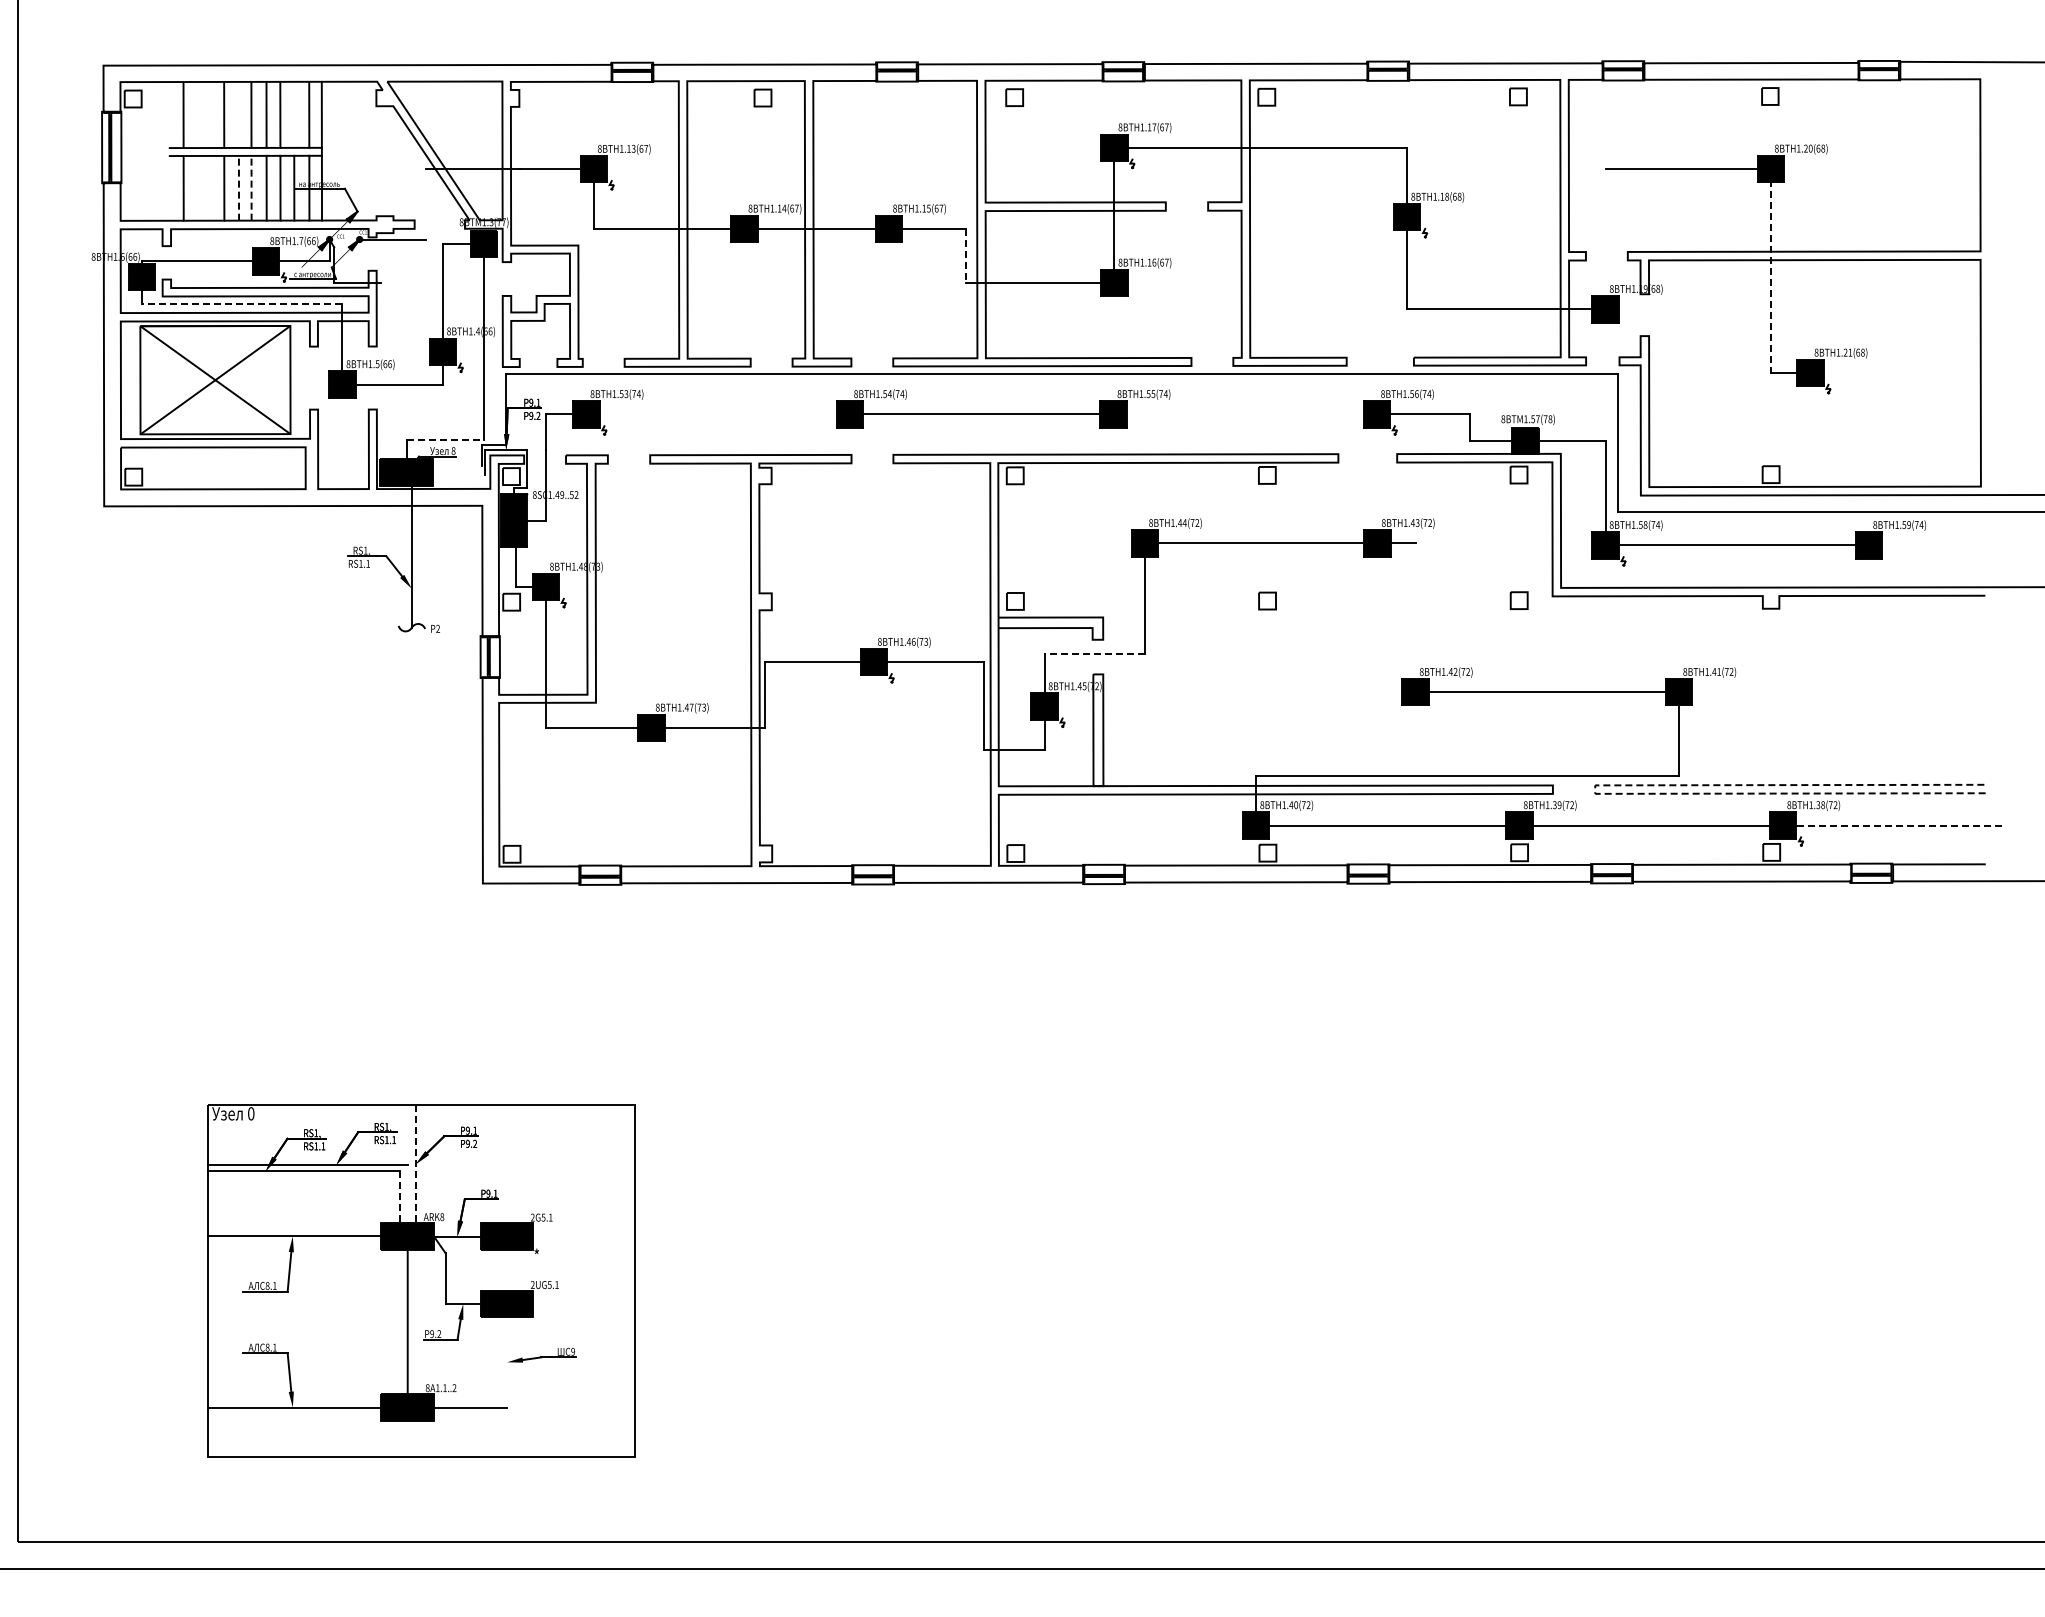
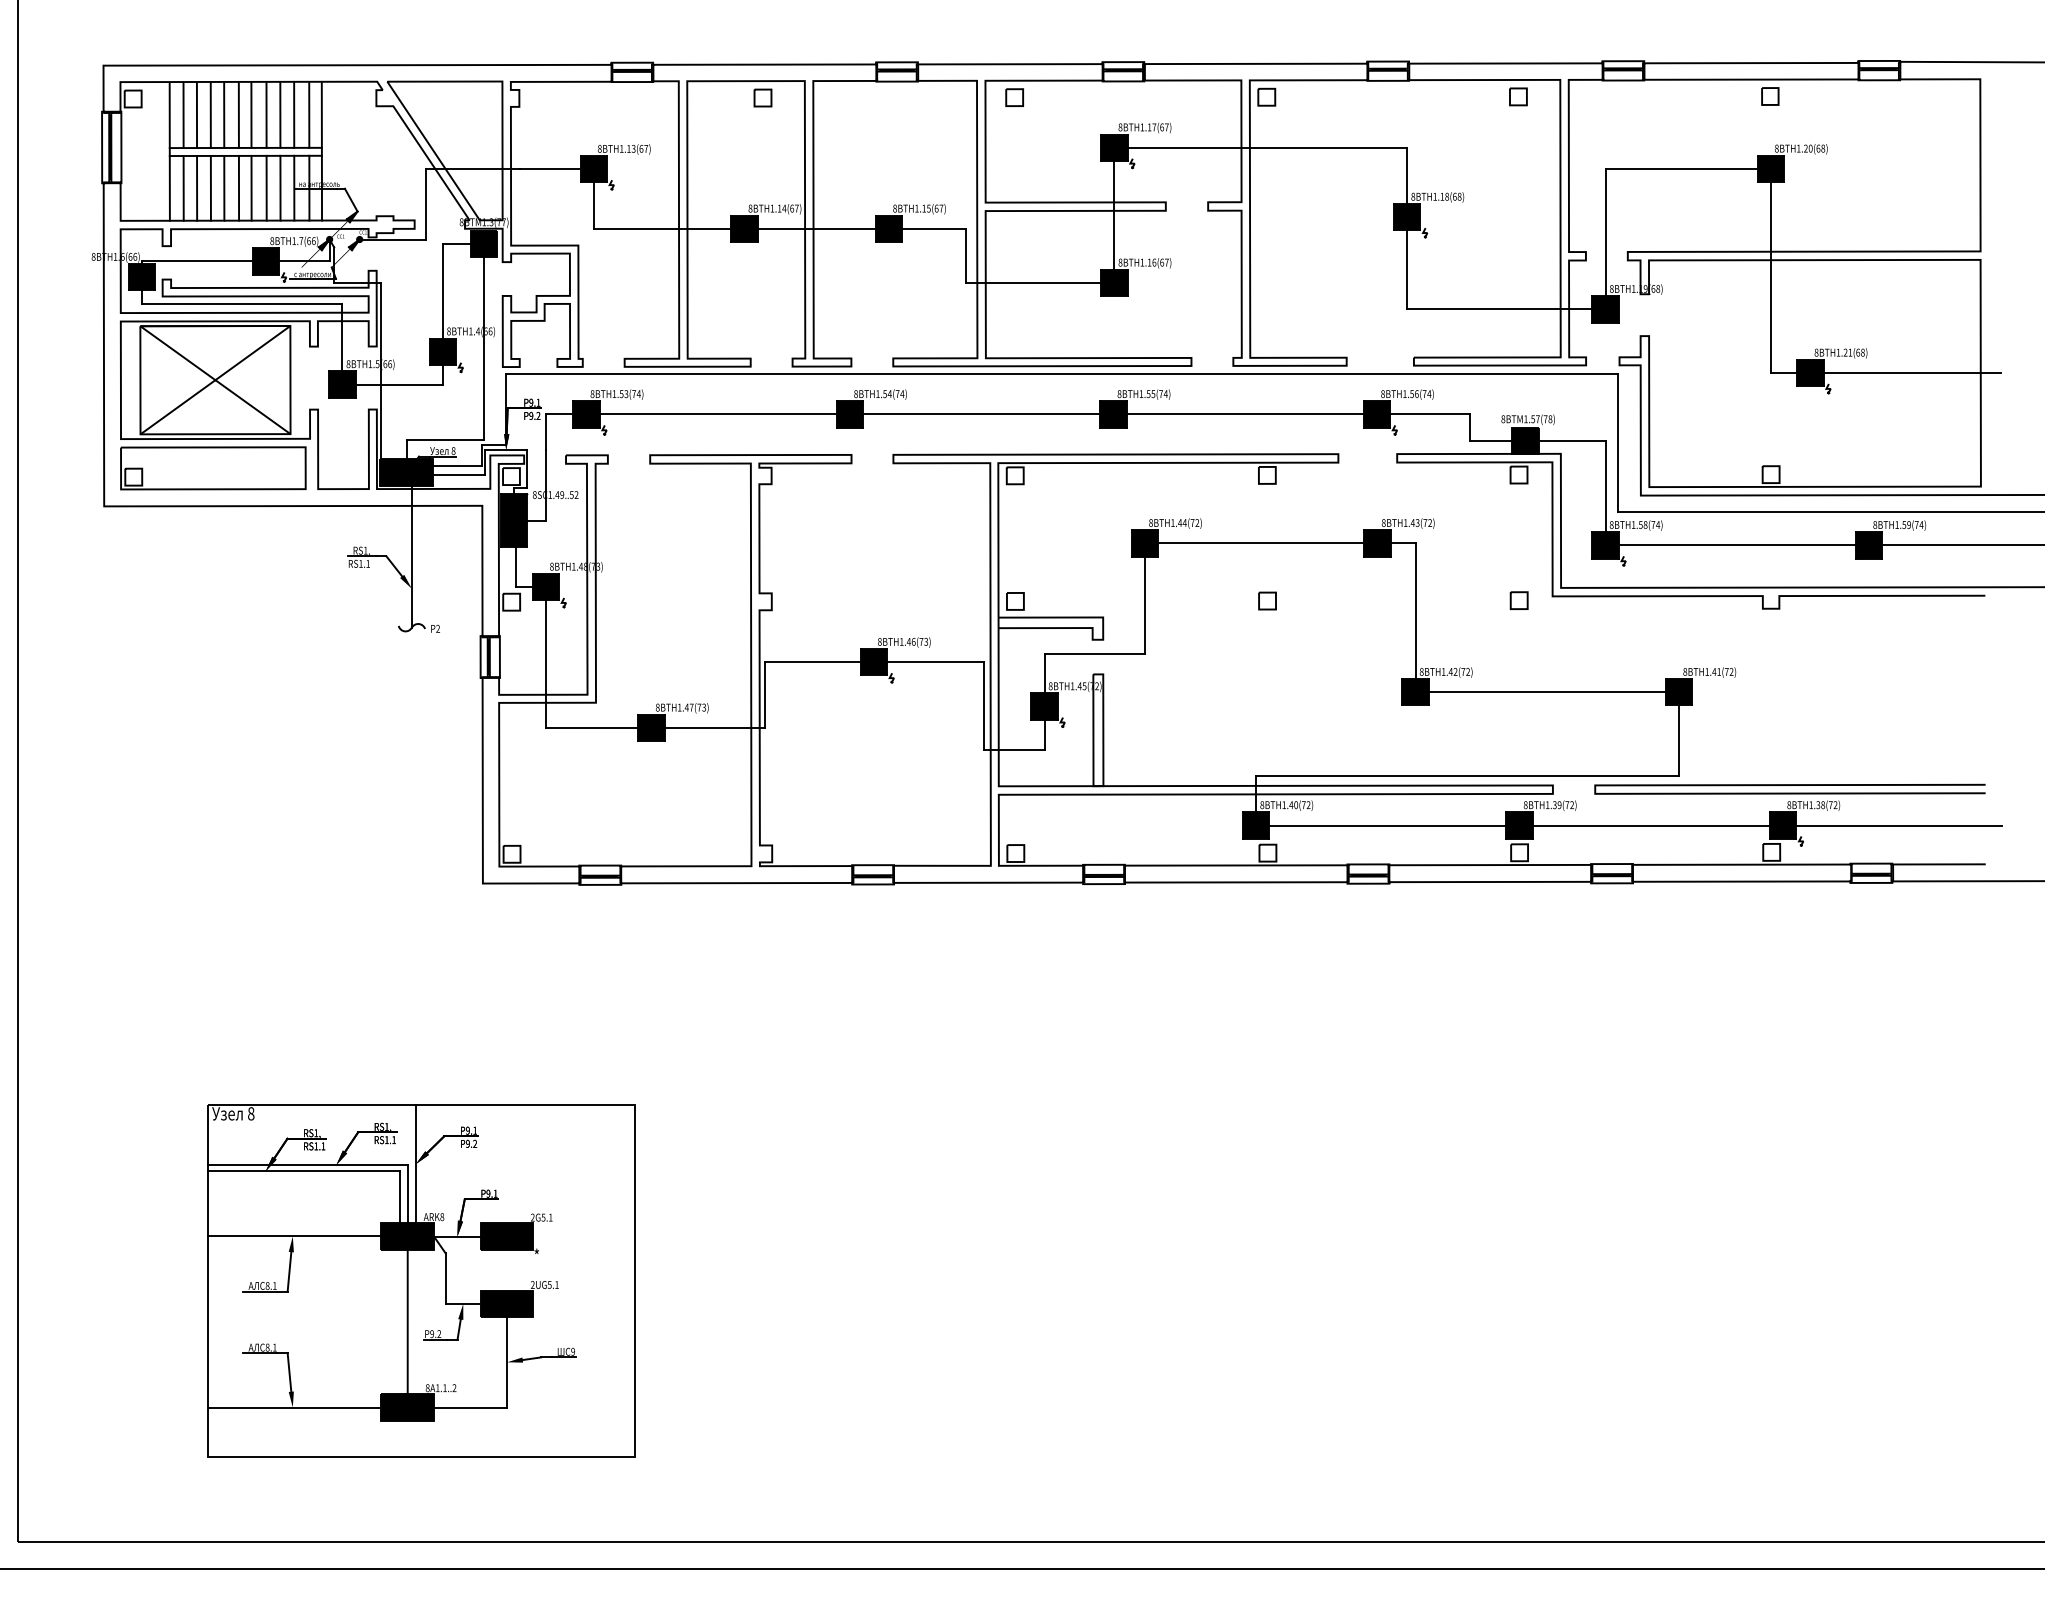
line at (196, 115): none -> present
line at (210, 115): none -> present
line at (238, 115): none -> present
line at (294, 115): none -> present
line at (169, 151): none -> present
line at (197, 187): none -> present
line at (210, 187): none -> present
line at (238, 187): dashed -> solid
line at (251, 187): dashed -> solid
line at (425, 204): none -> present
line at (1605, 239): none -> present
line at (965, 256): dashed -> solid
line at (1770, 271): dashed -> solid
line at (241, 304): dashed -> solid
line at (381, 370): none -> present
line at (1905, 373): none -> present
line at (717, 414): none -> present
line at (1244, 414): none -> present
line at (445, 439): dashed -> solid
line at (457, 466): none -> present
line at (458, 474): none -> present
line at (1955, 545): none -> present
line at (1415, 617): none -> present
line at (1094, 654): dashed -> solid
line at (1595, 789): dashed -> solid
line at (1891, 825): dashed -> solid
text at (251, 1113): 0 -> 8
line at (415, 1164): dashed -> solid
line at (407, 1194): none -> present
line at (400, 1197): dashed -> solid
line at (507, 1362): none -> present
